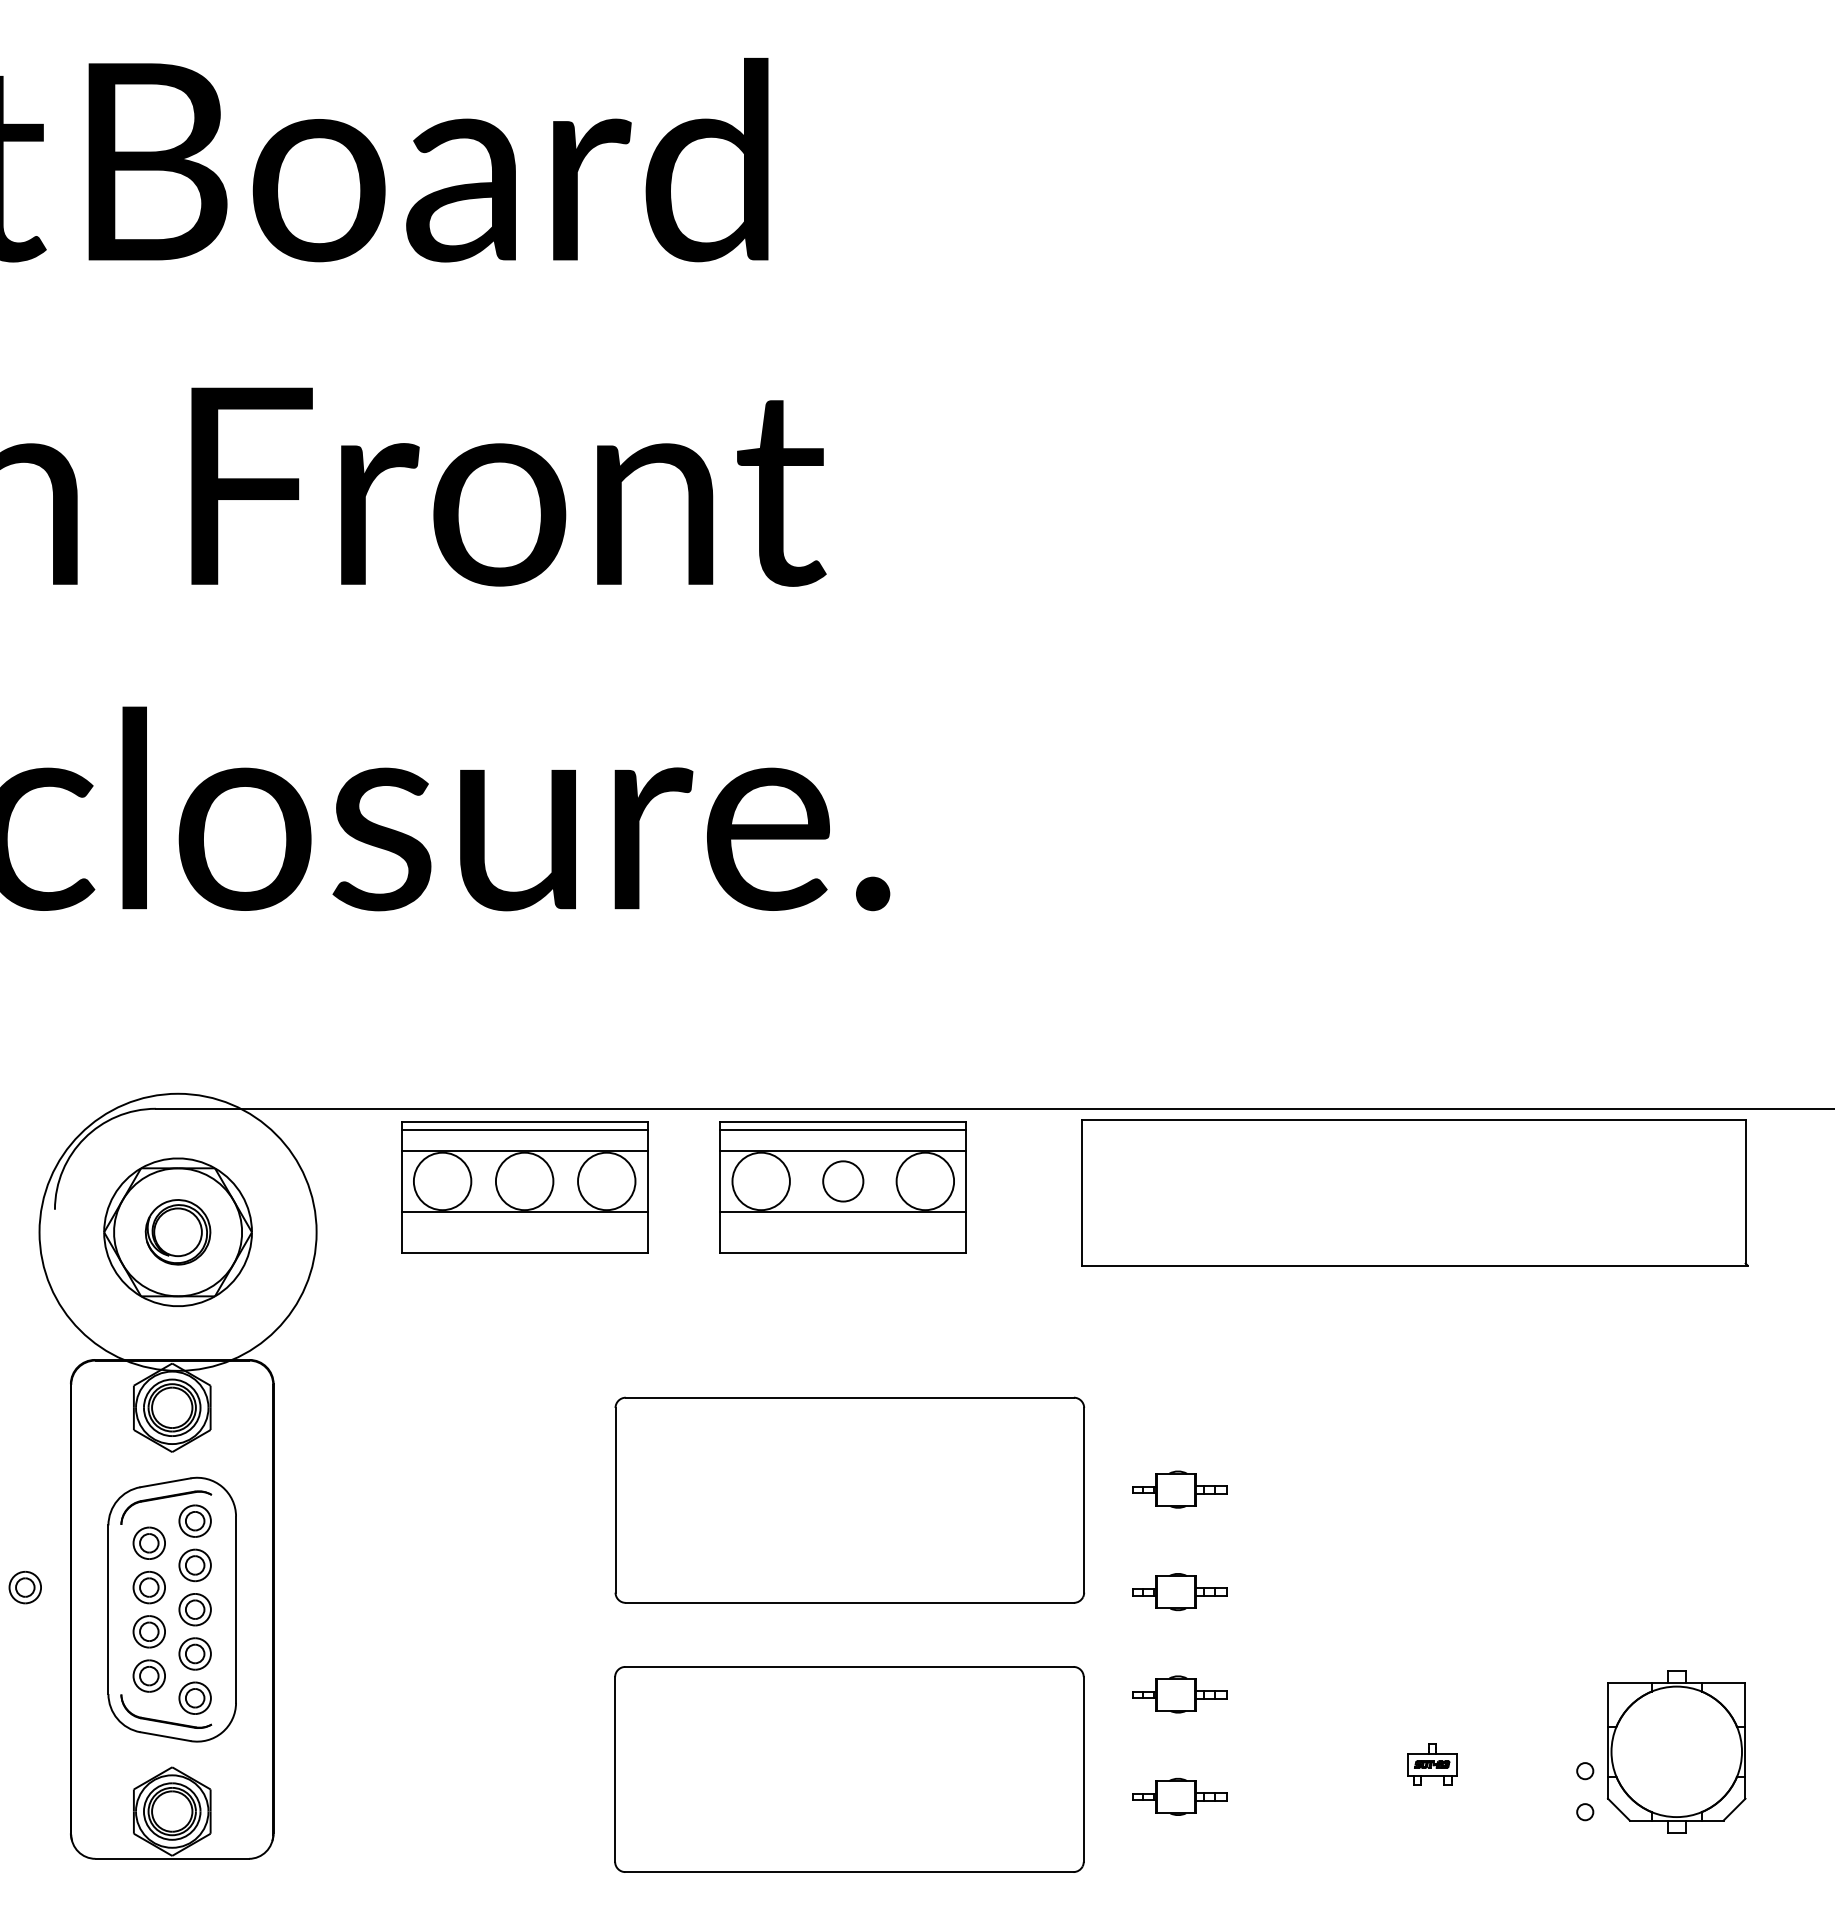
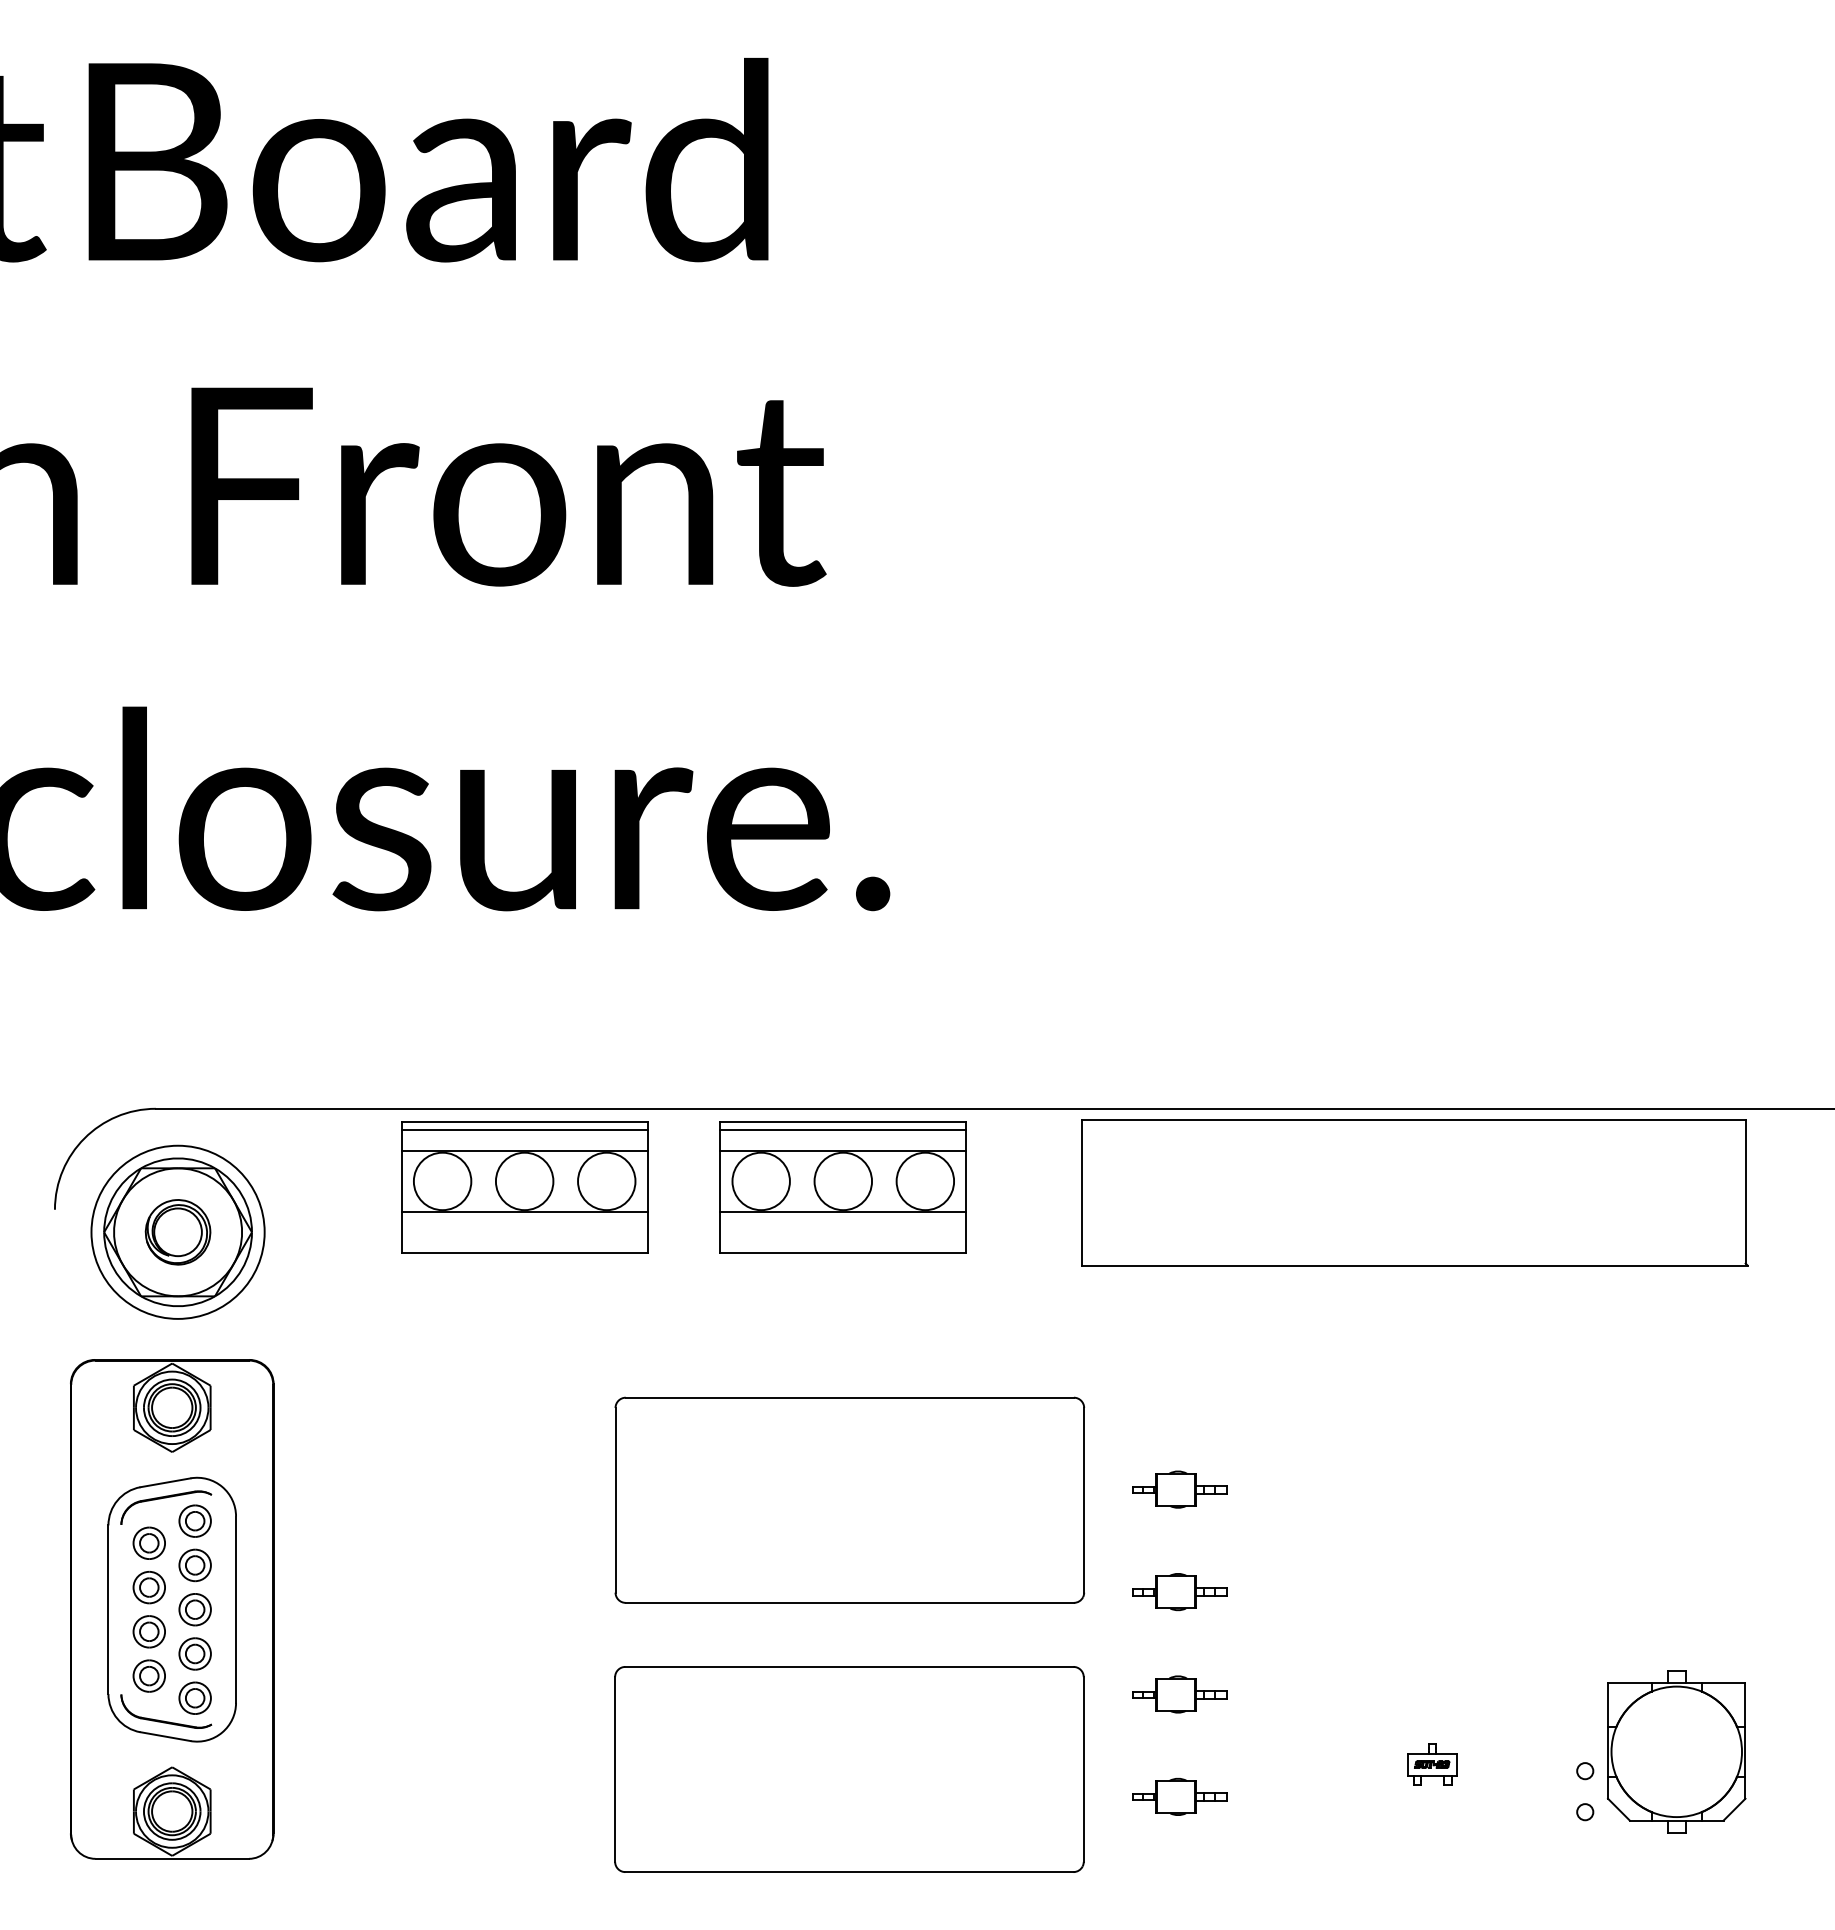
circle at (843, 1181) diameter: 40 px -> 57 px
circle at (177, 1231) diameter: 277 px -> 173 px
part at (24, 1587): present -> none
